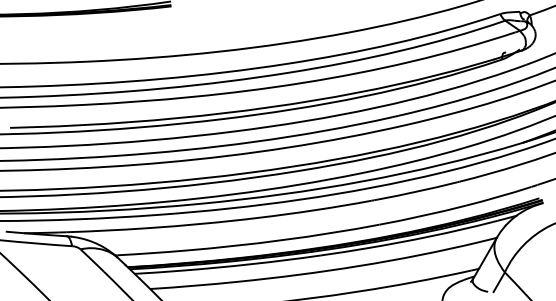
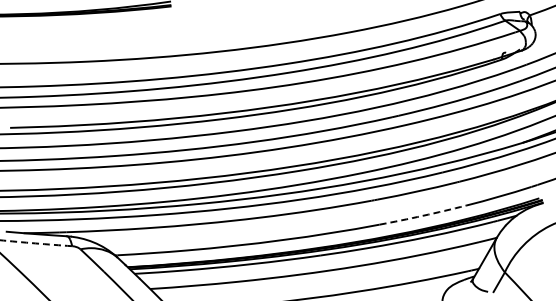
arc at (423, 215): solid -> dashed
arc at (35, 243): solid -> dashed
